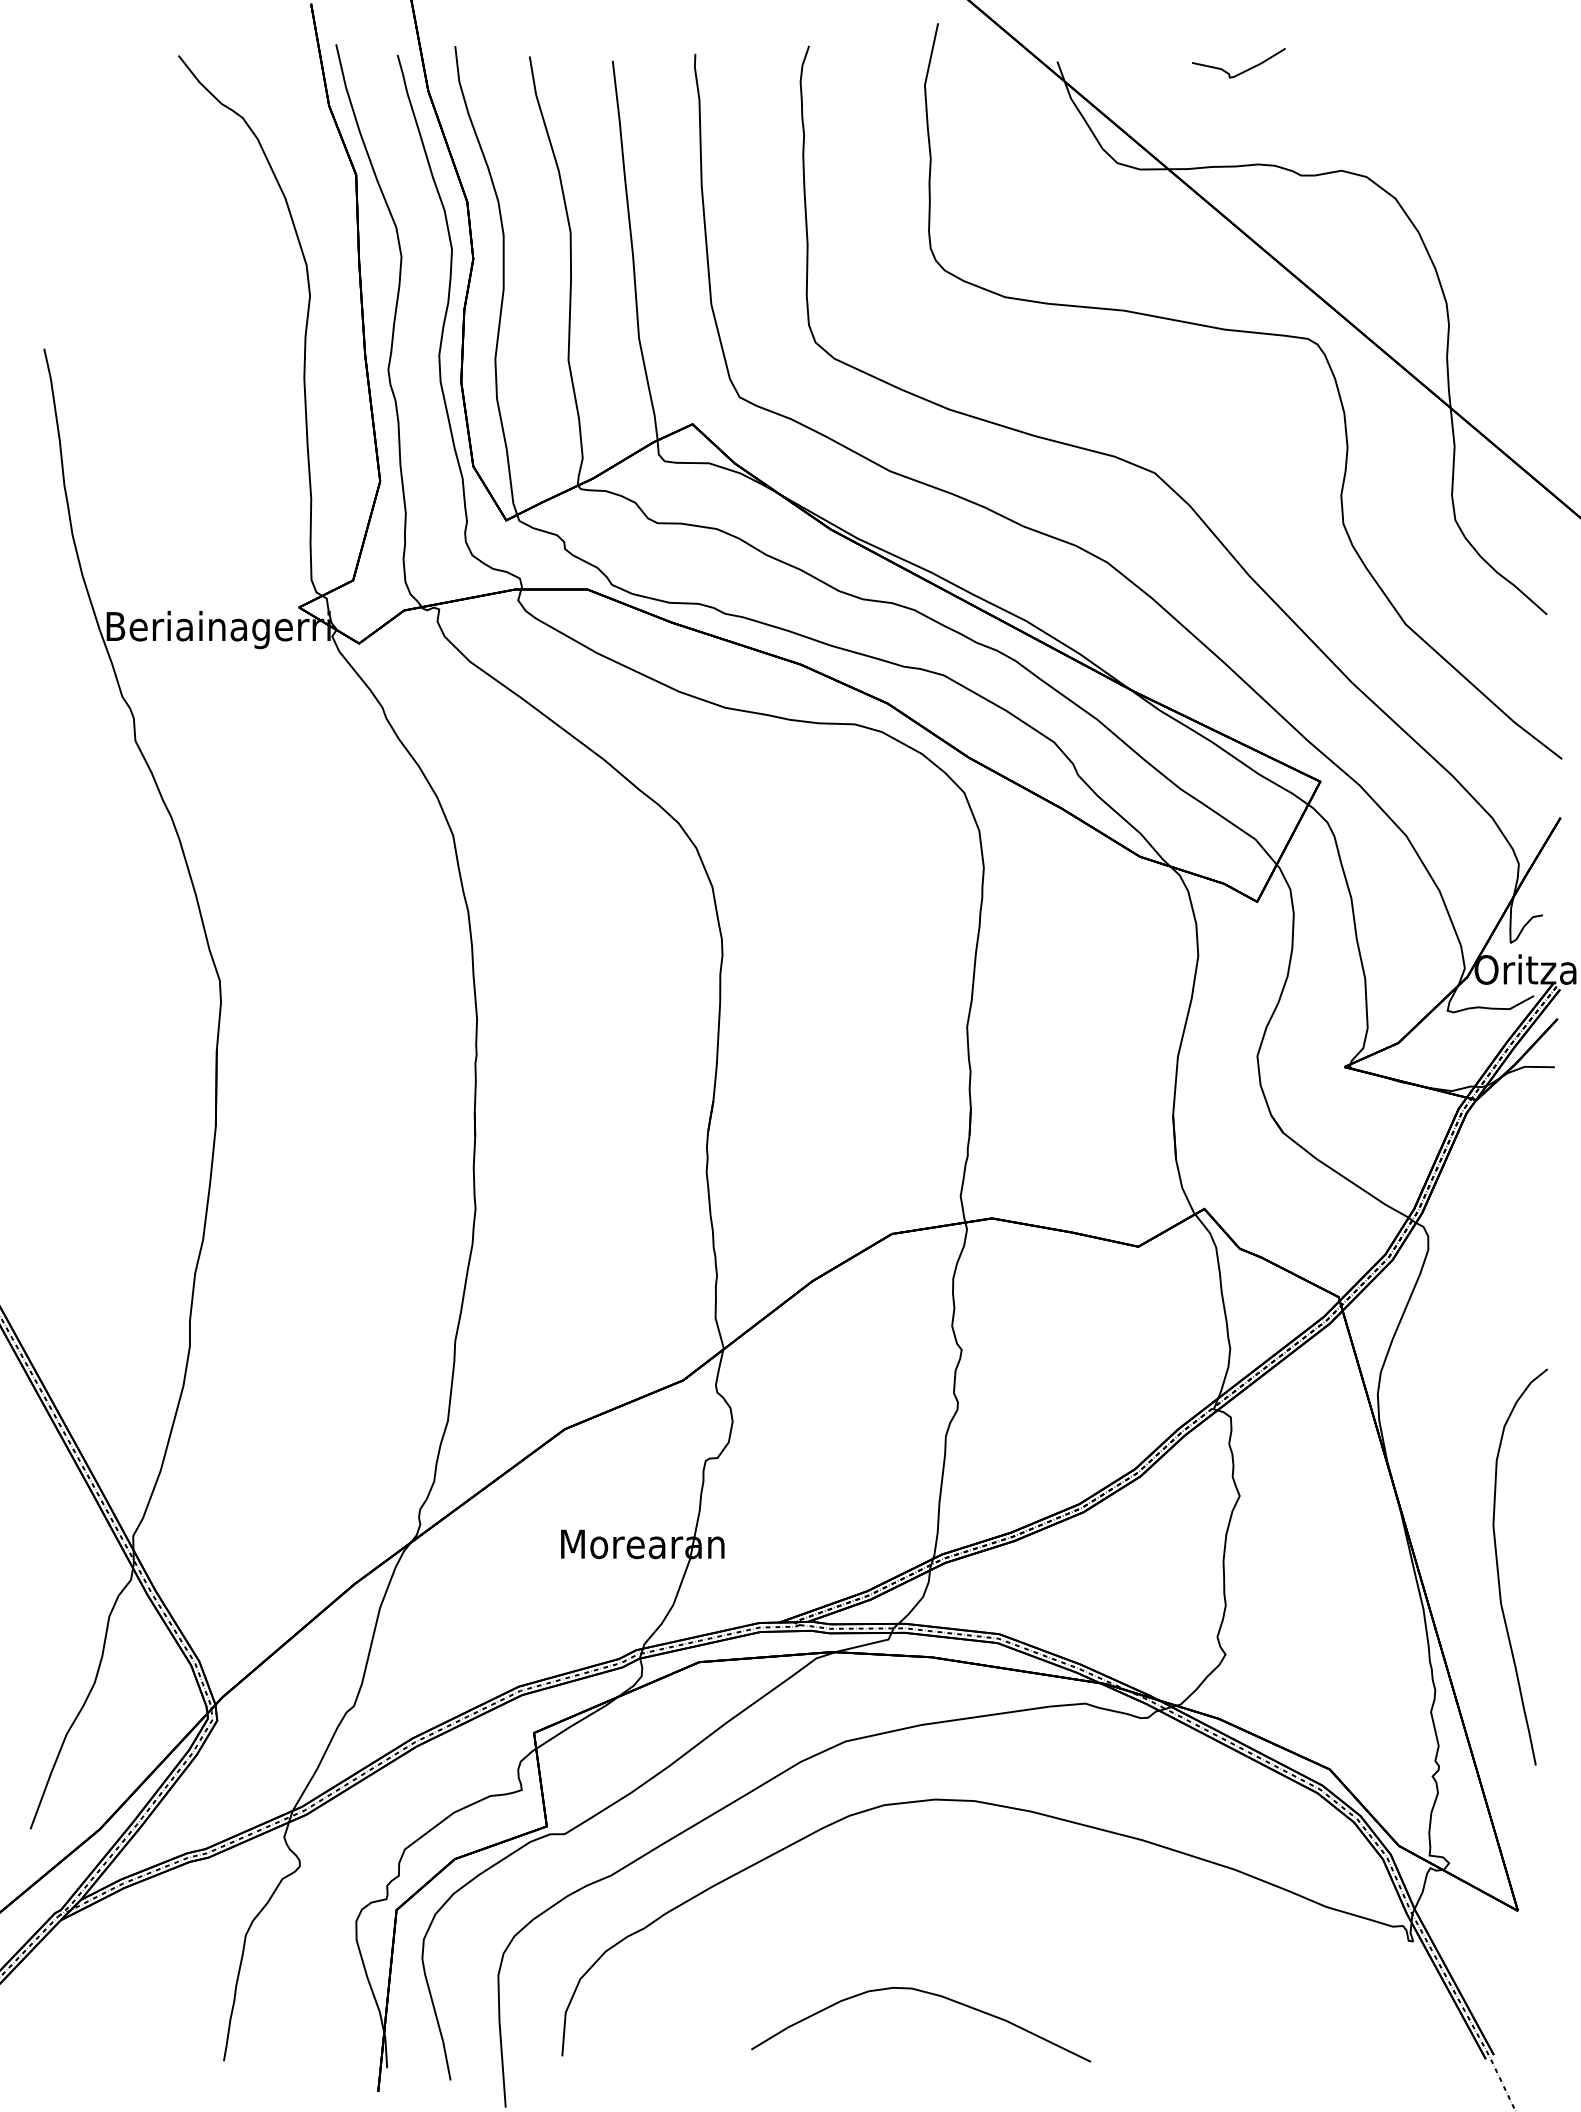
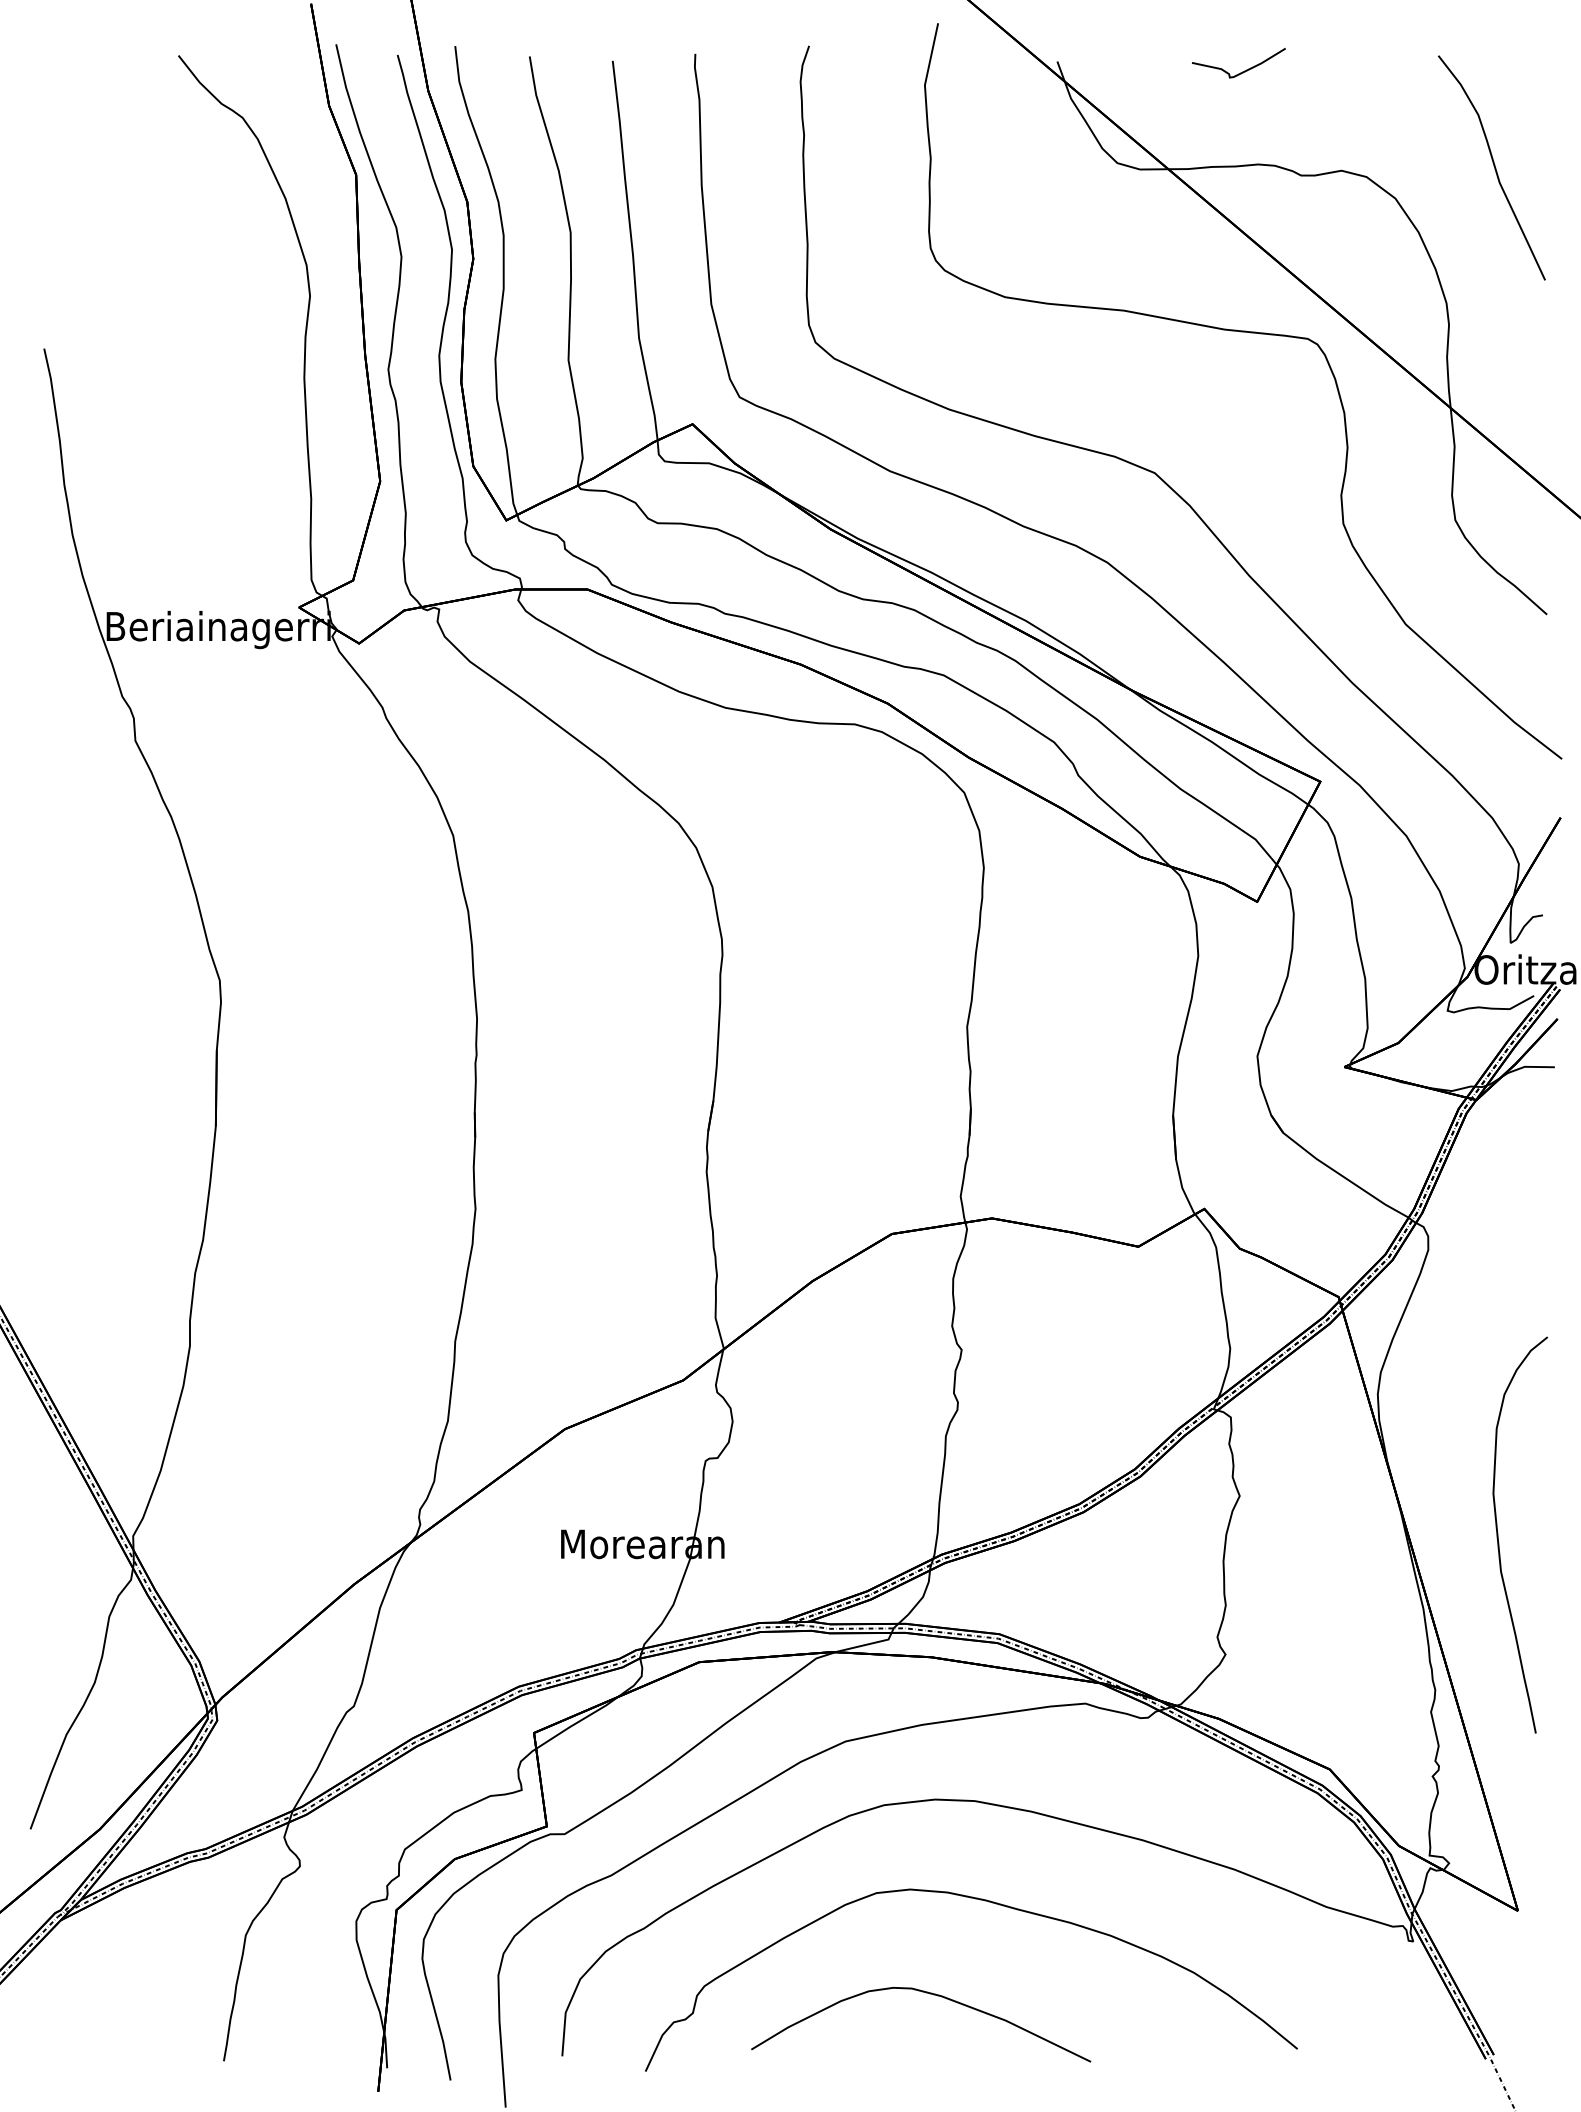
curve at (1493, 166): none -> present
curve at (1498, 1566) position: (1498, 1566) -> (1498, 1534)
curve at (995, 1904): none -> present
